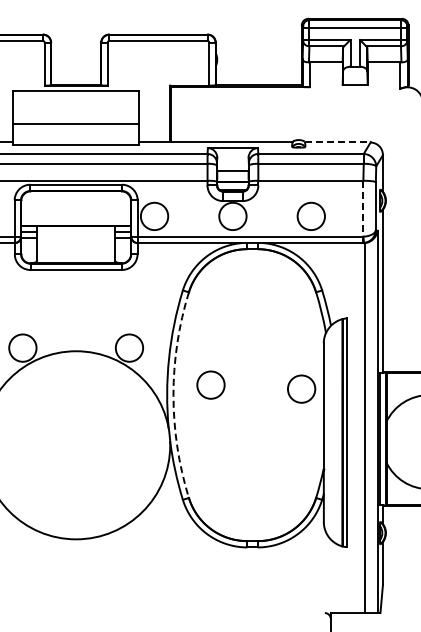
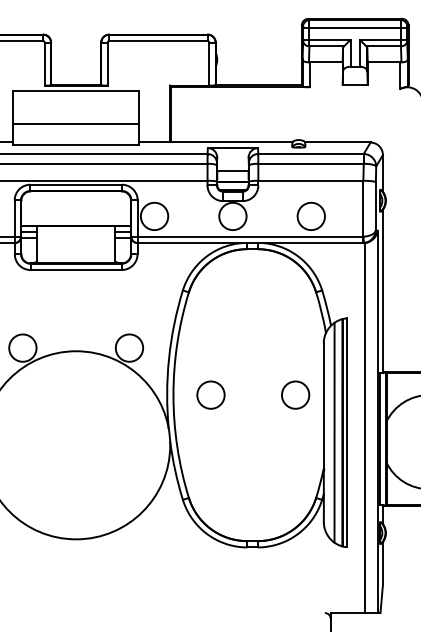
line at (338, 141): dashed -> solid
line at (363, 208): dashed -> solid
circle at (210, 384) position: (210, 384) -> (210, 394)
circle at (301, 388) position: (301, 388) -> (295, 394)
arc at (173, 395): dashed -> solid
line at (334, 432): none -> present
